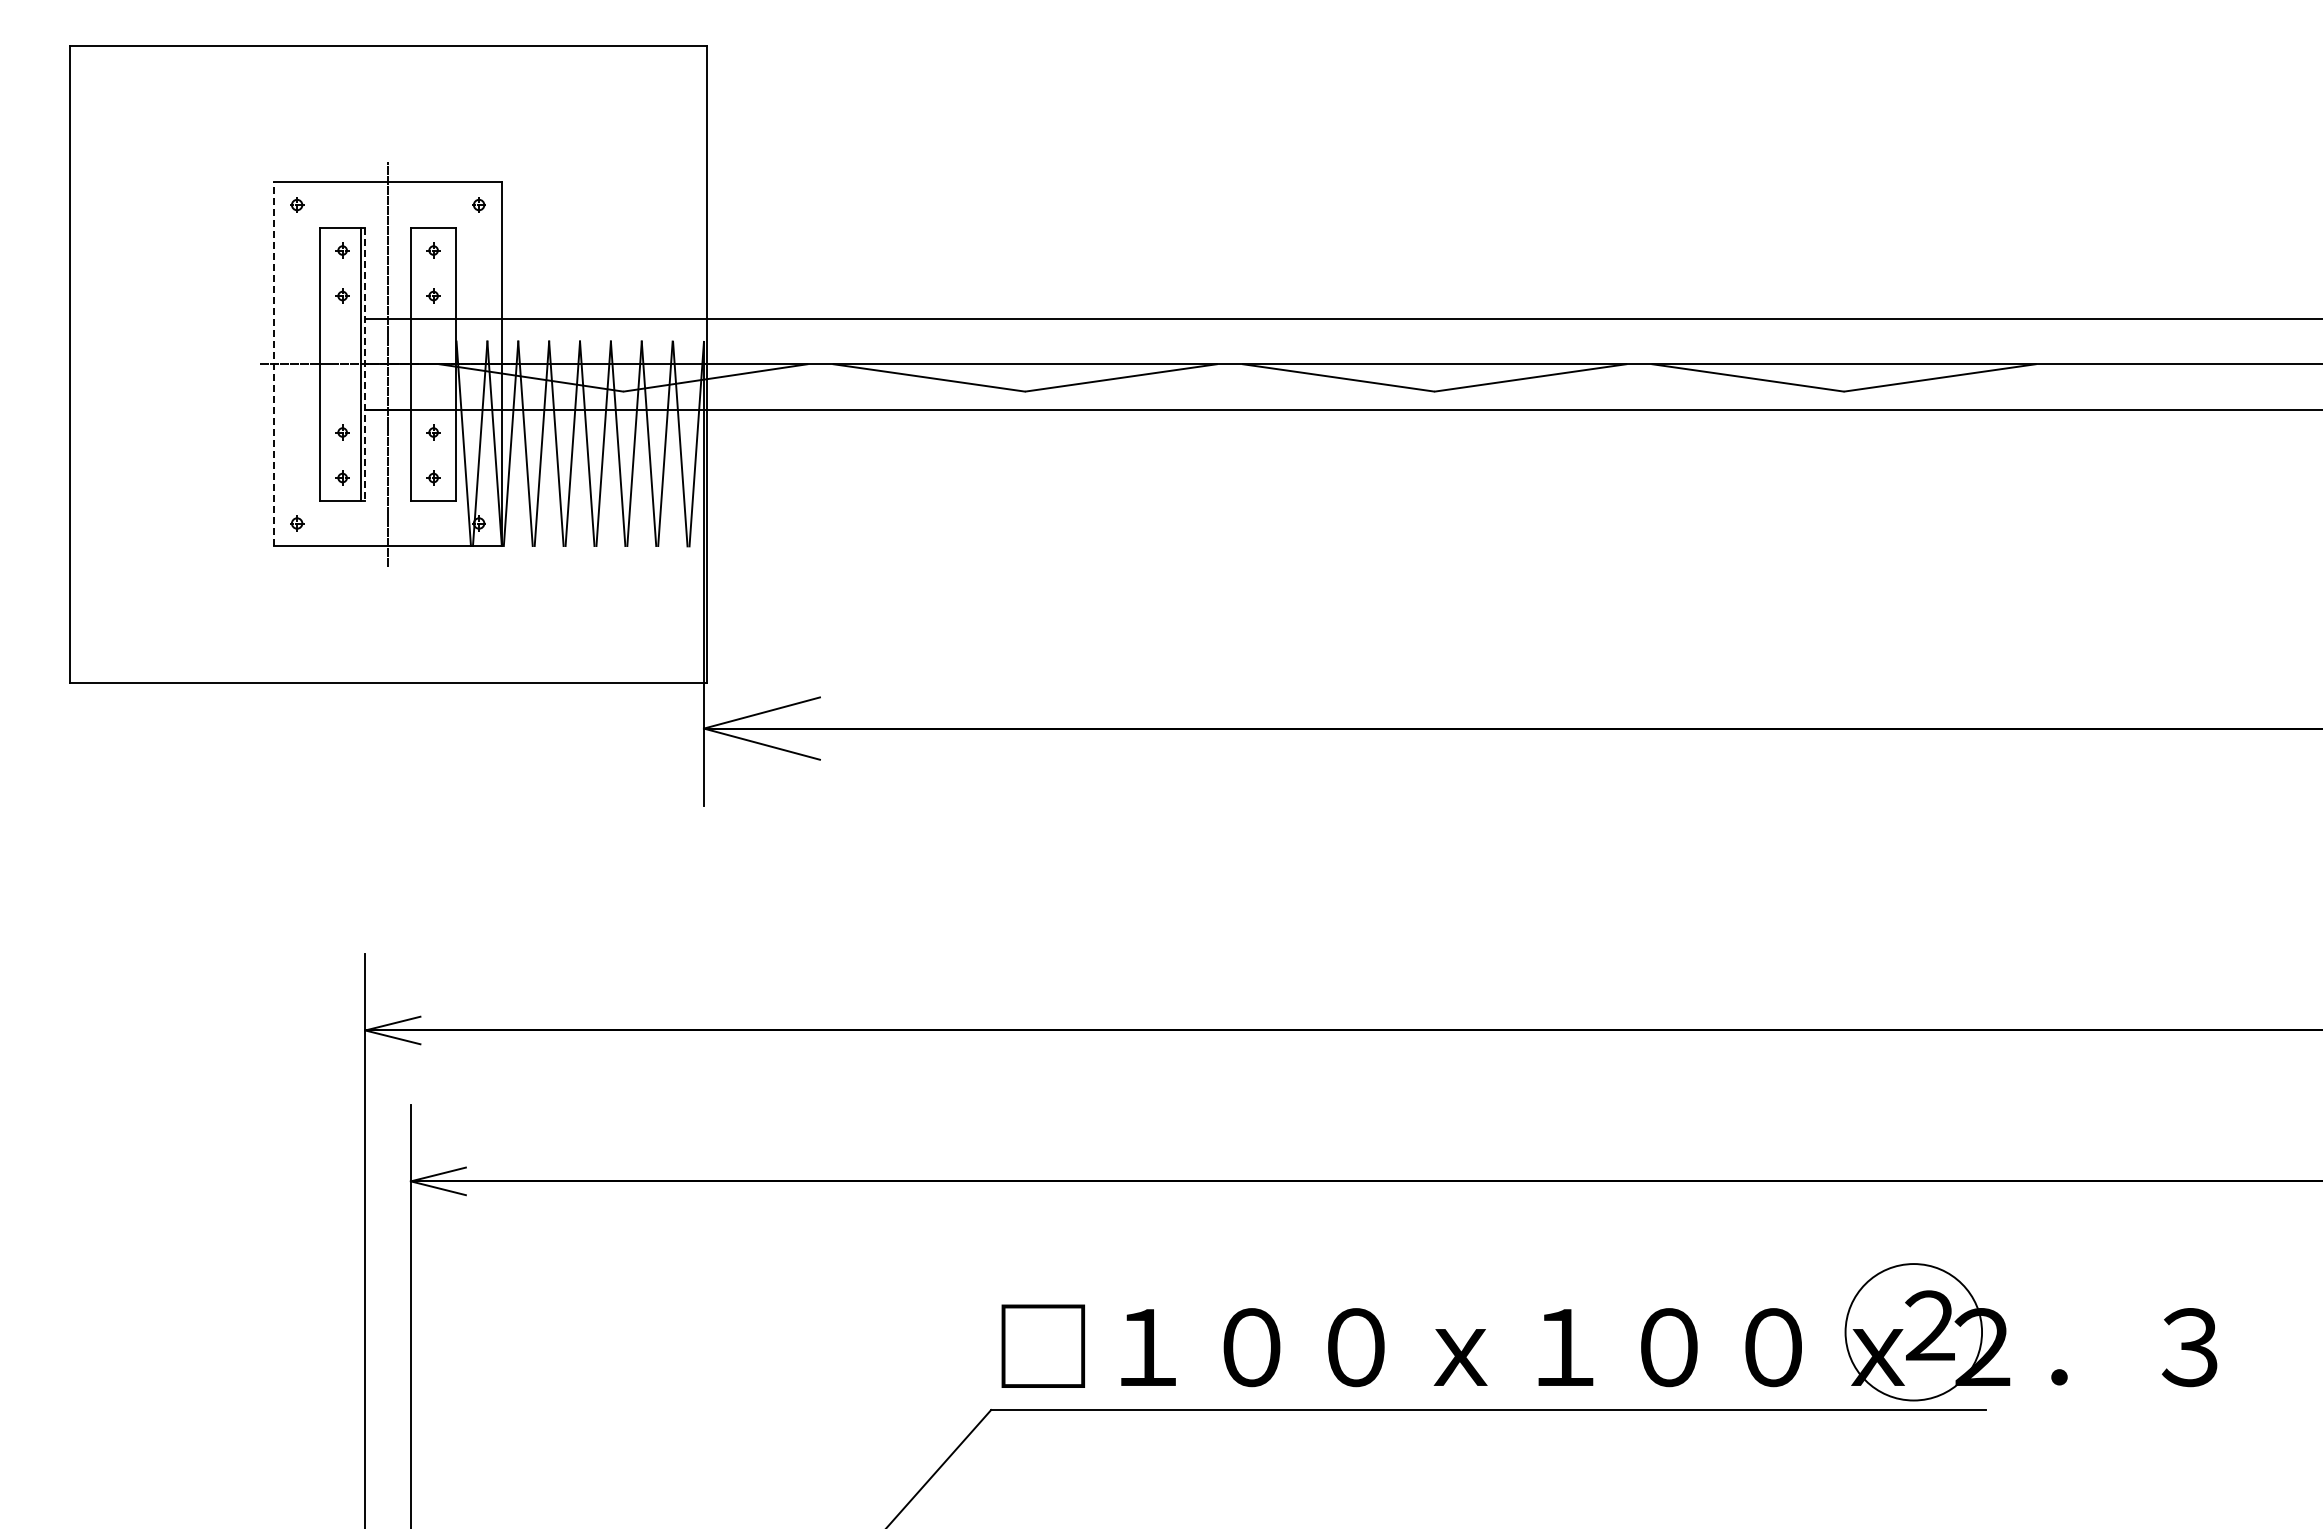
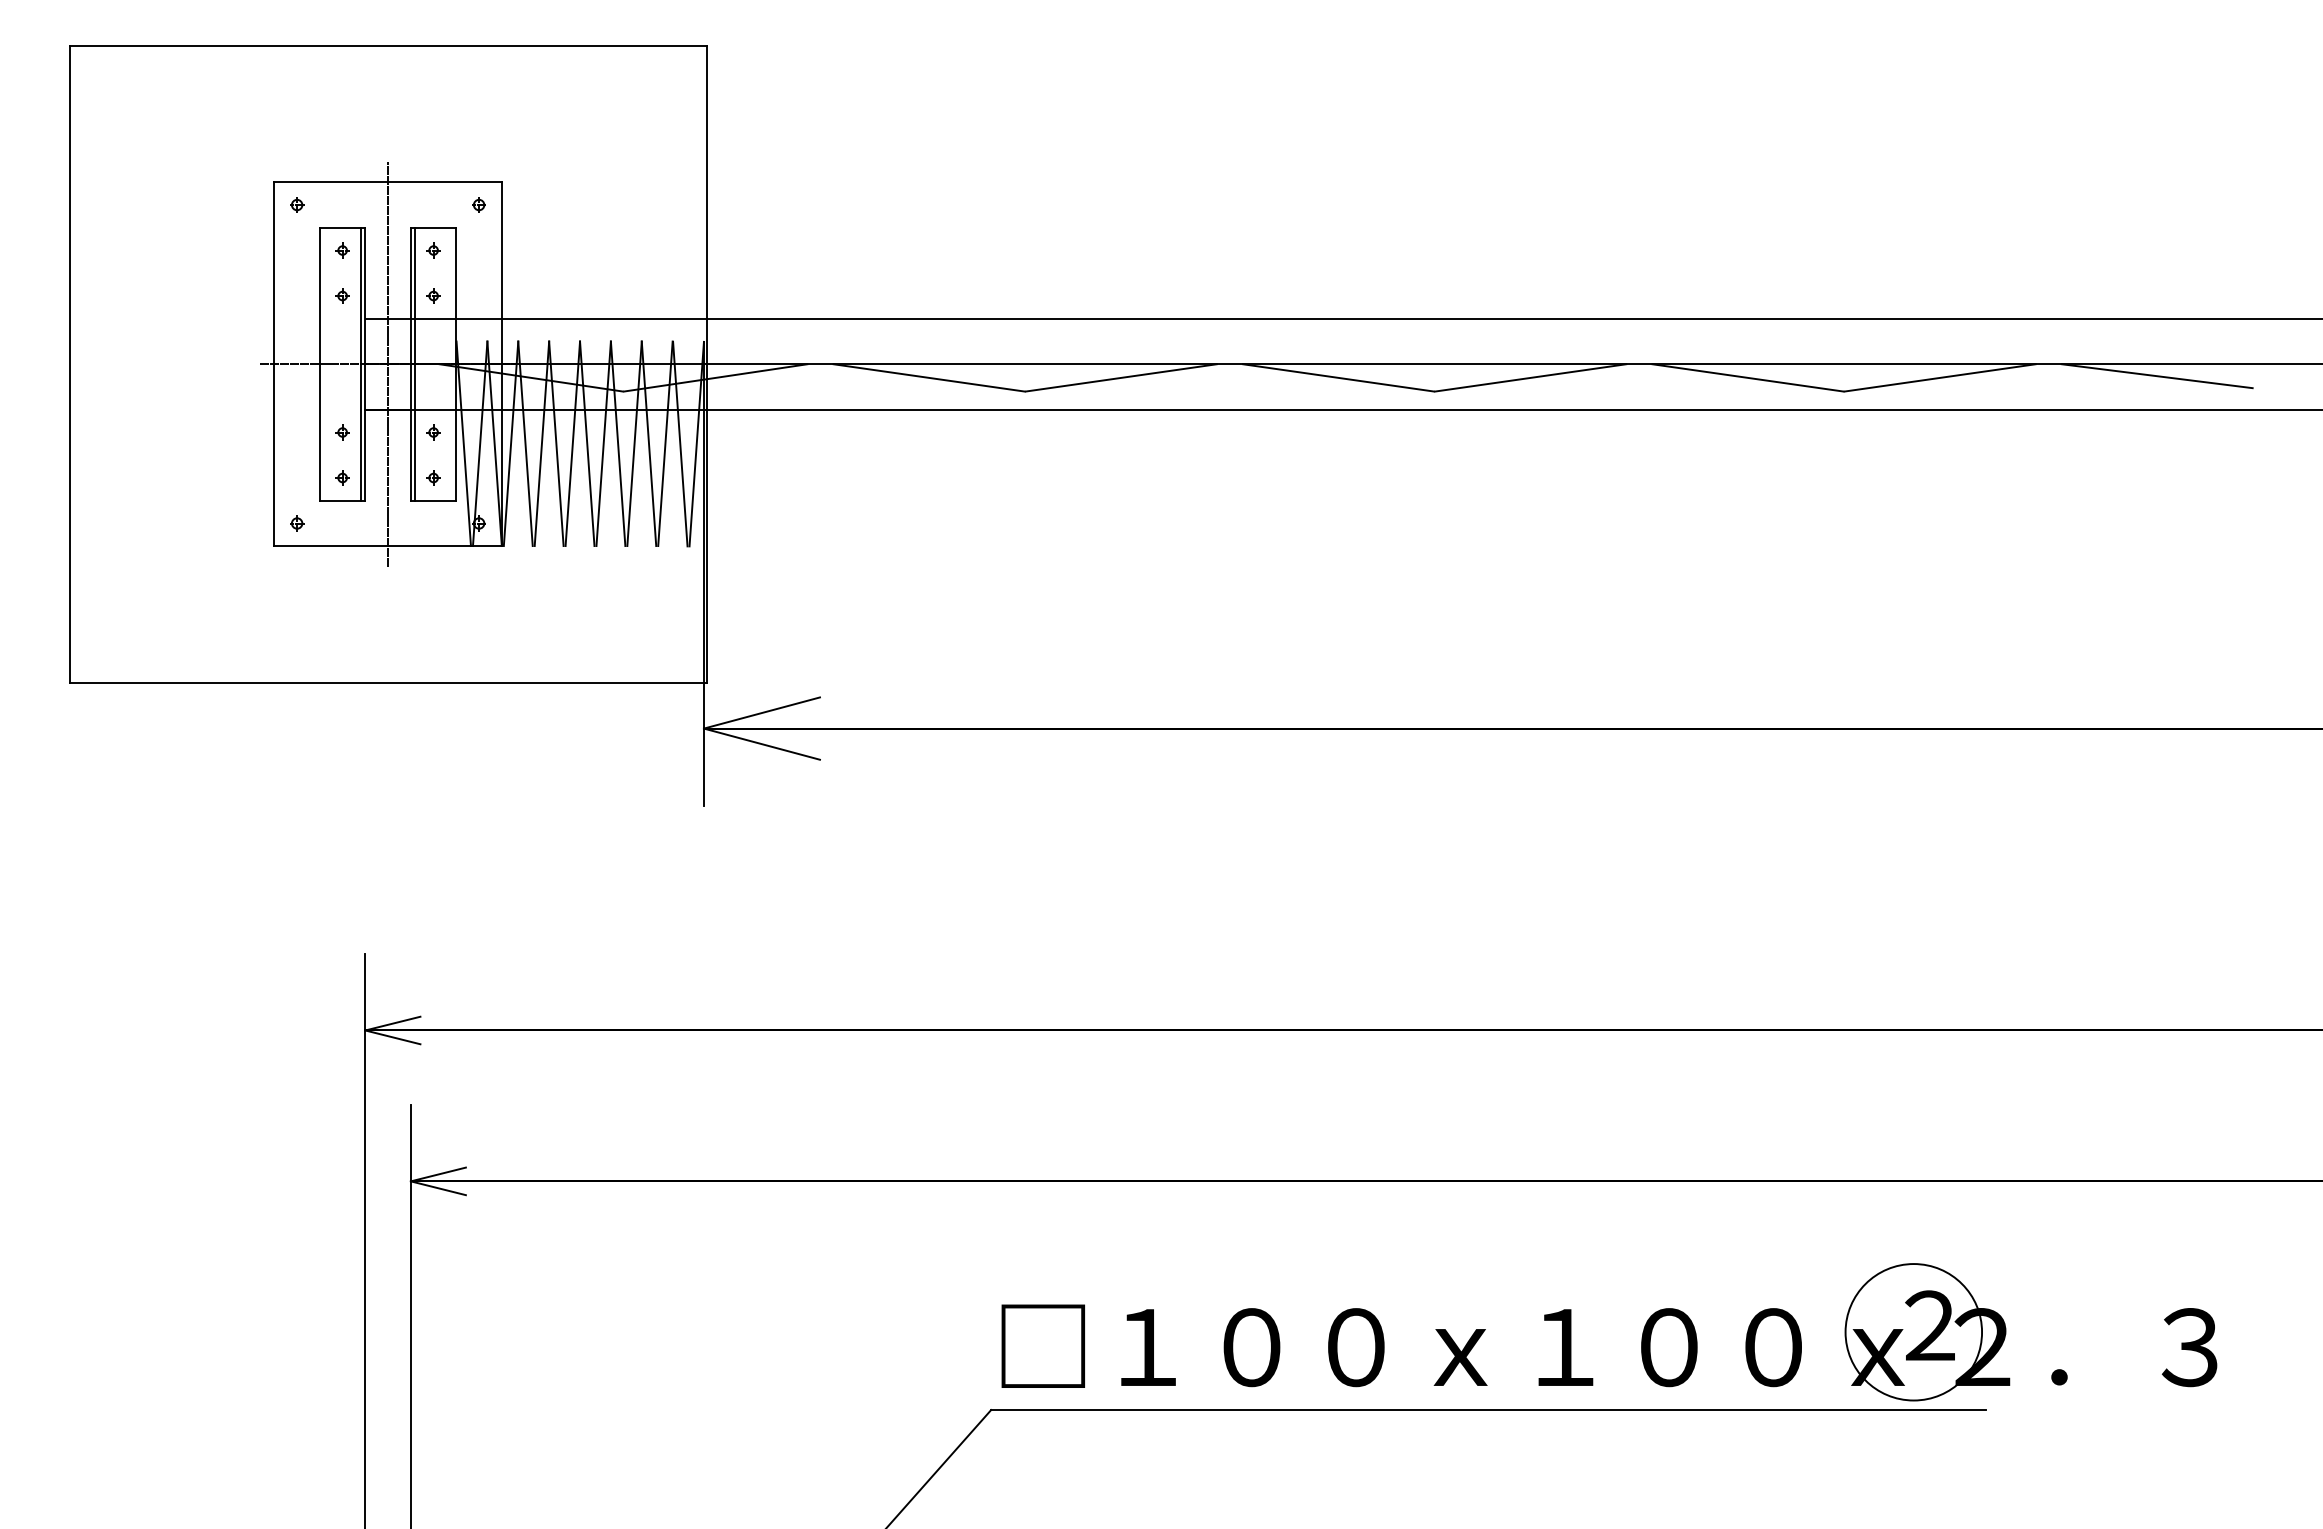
line at (415, 363): none -> present
line at (274, 364): dashed -> solid
line at (365, 364): dashed -> solid
line at (2156, 376): none -> present
